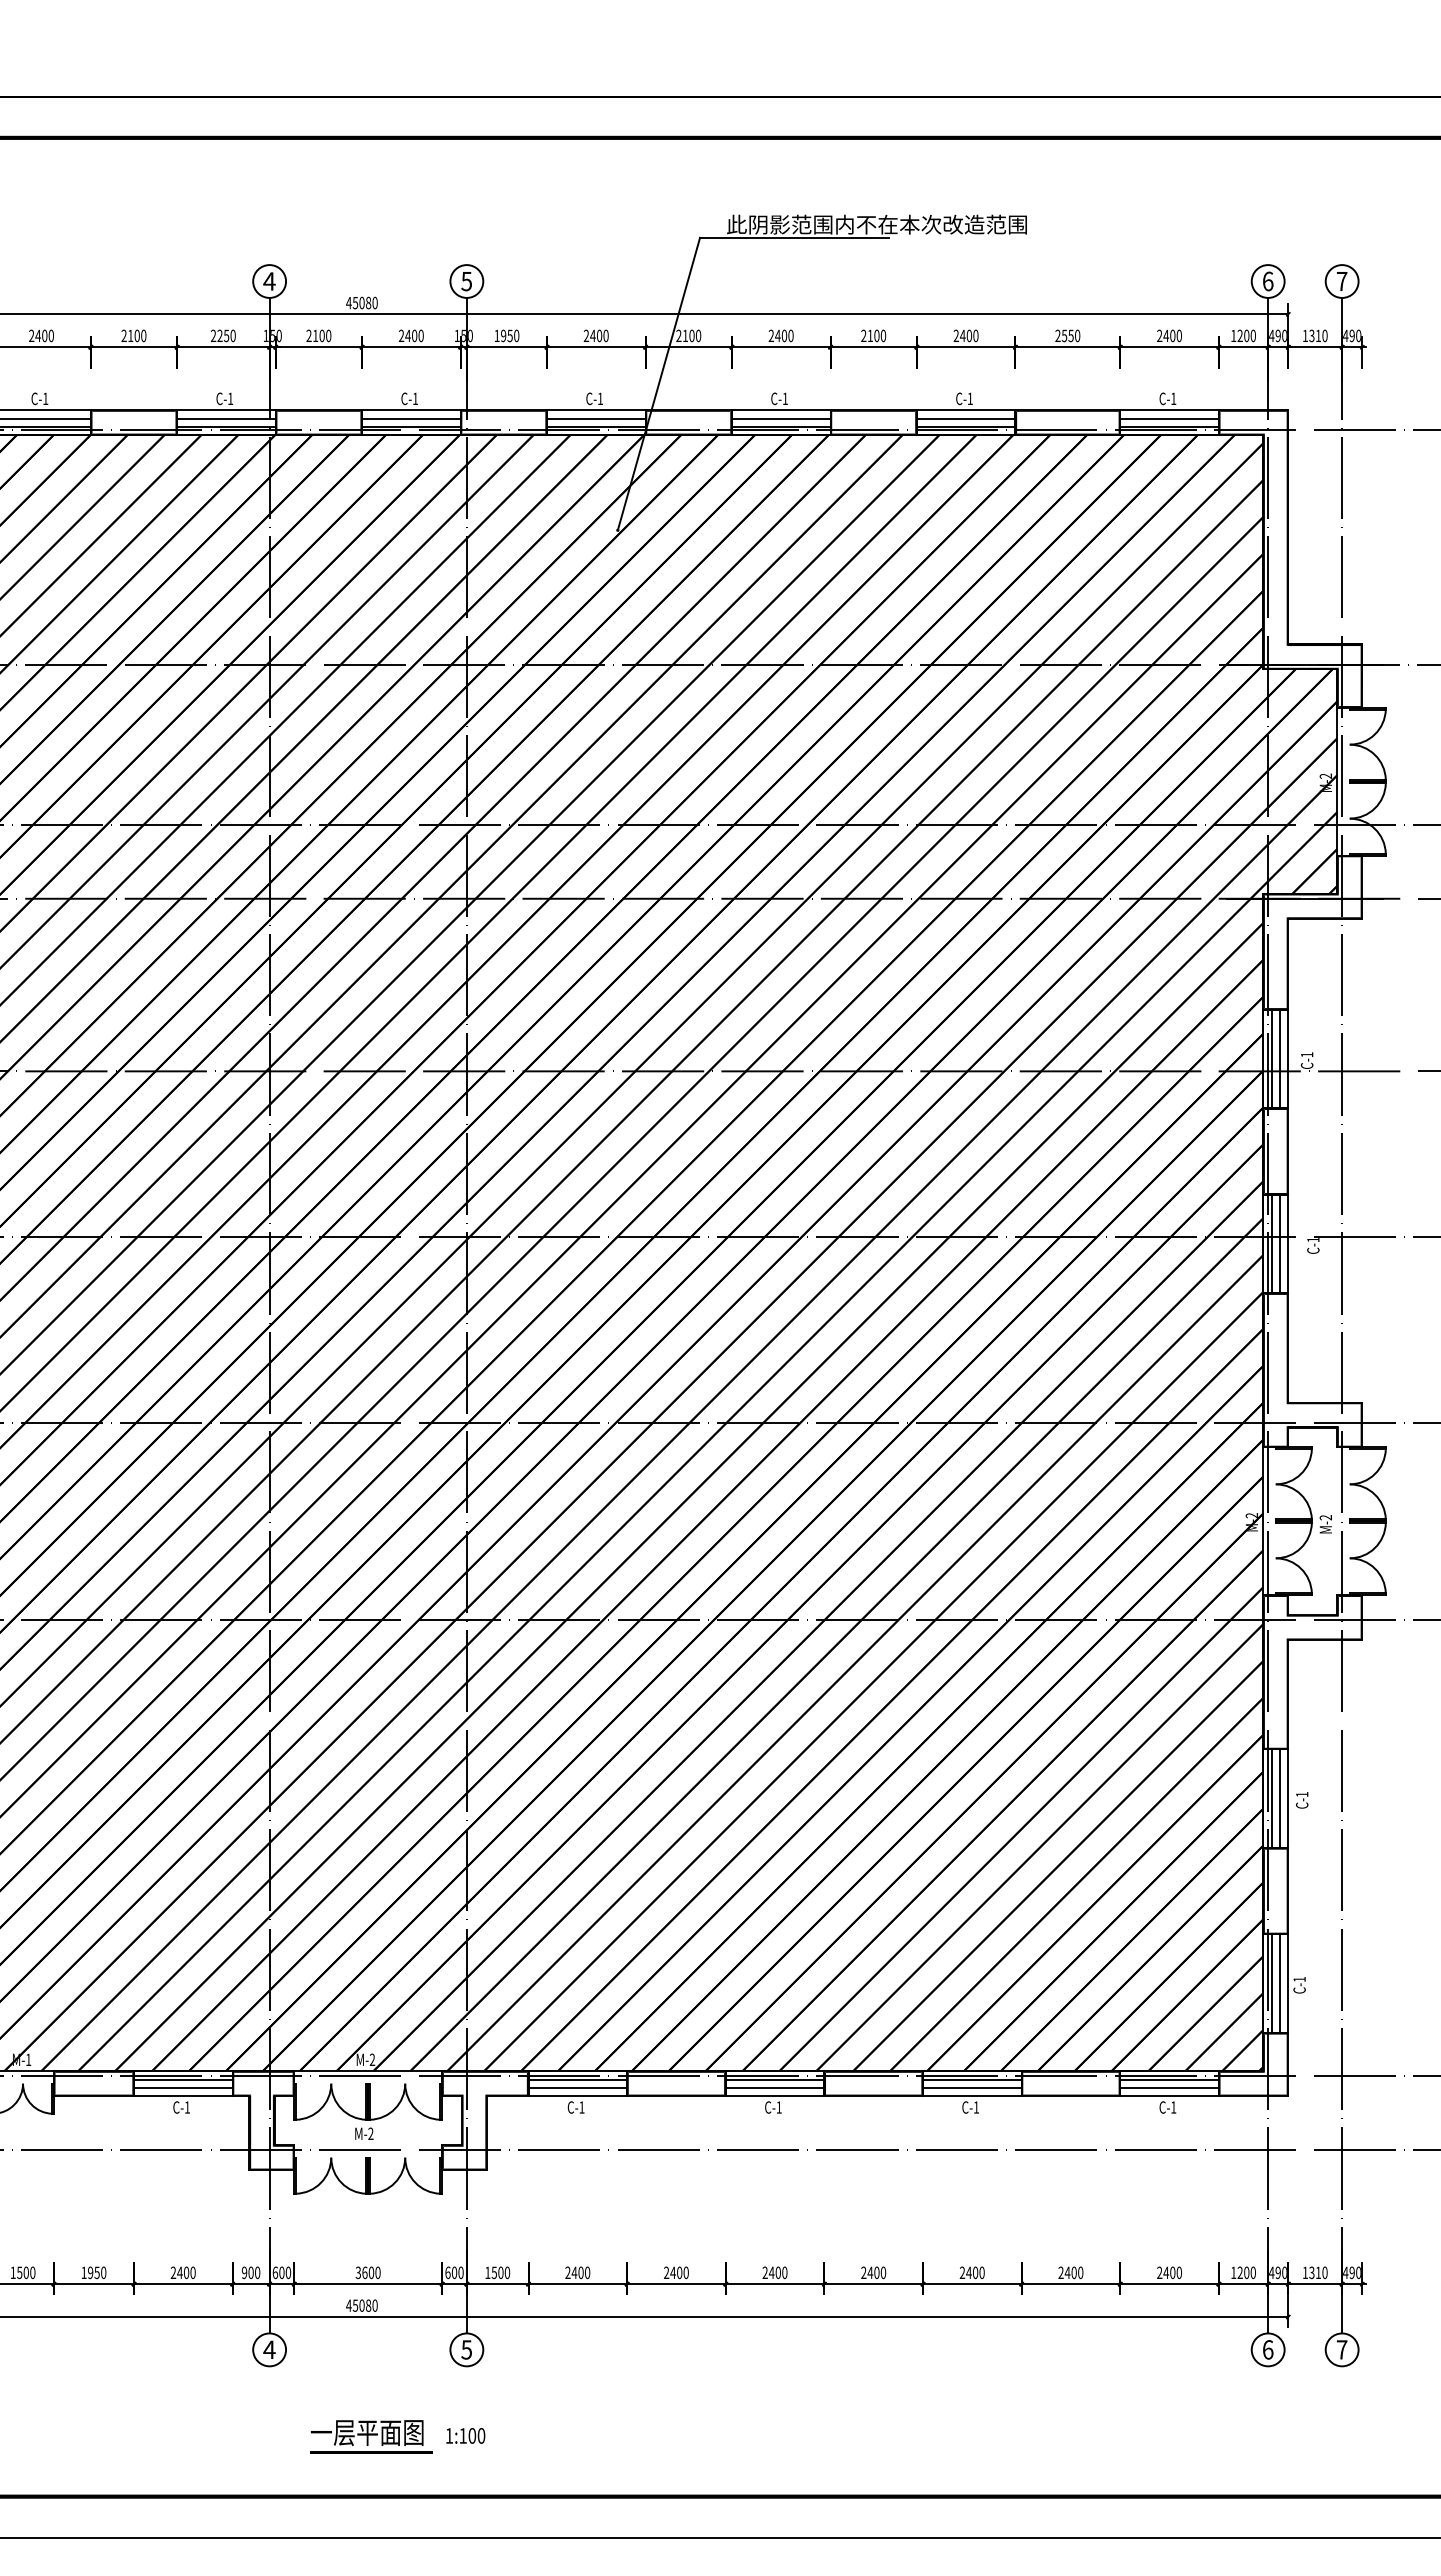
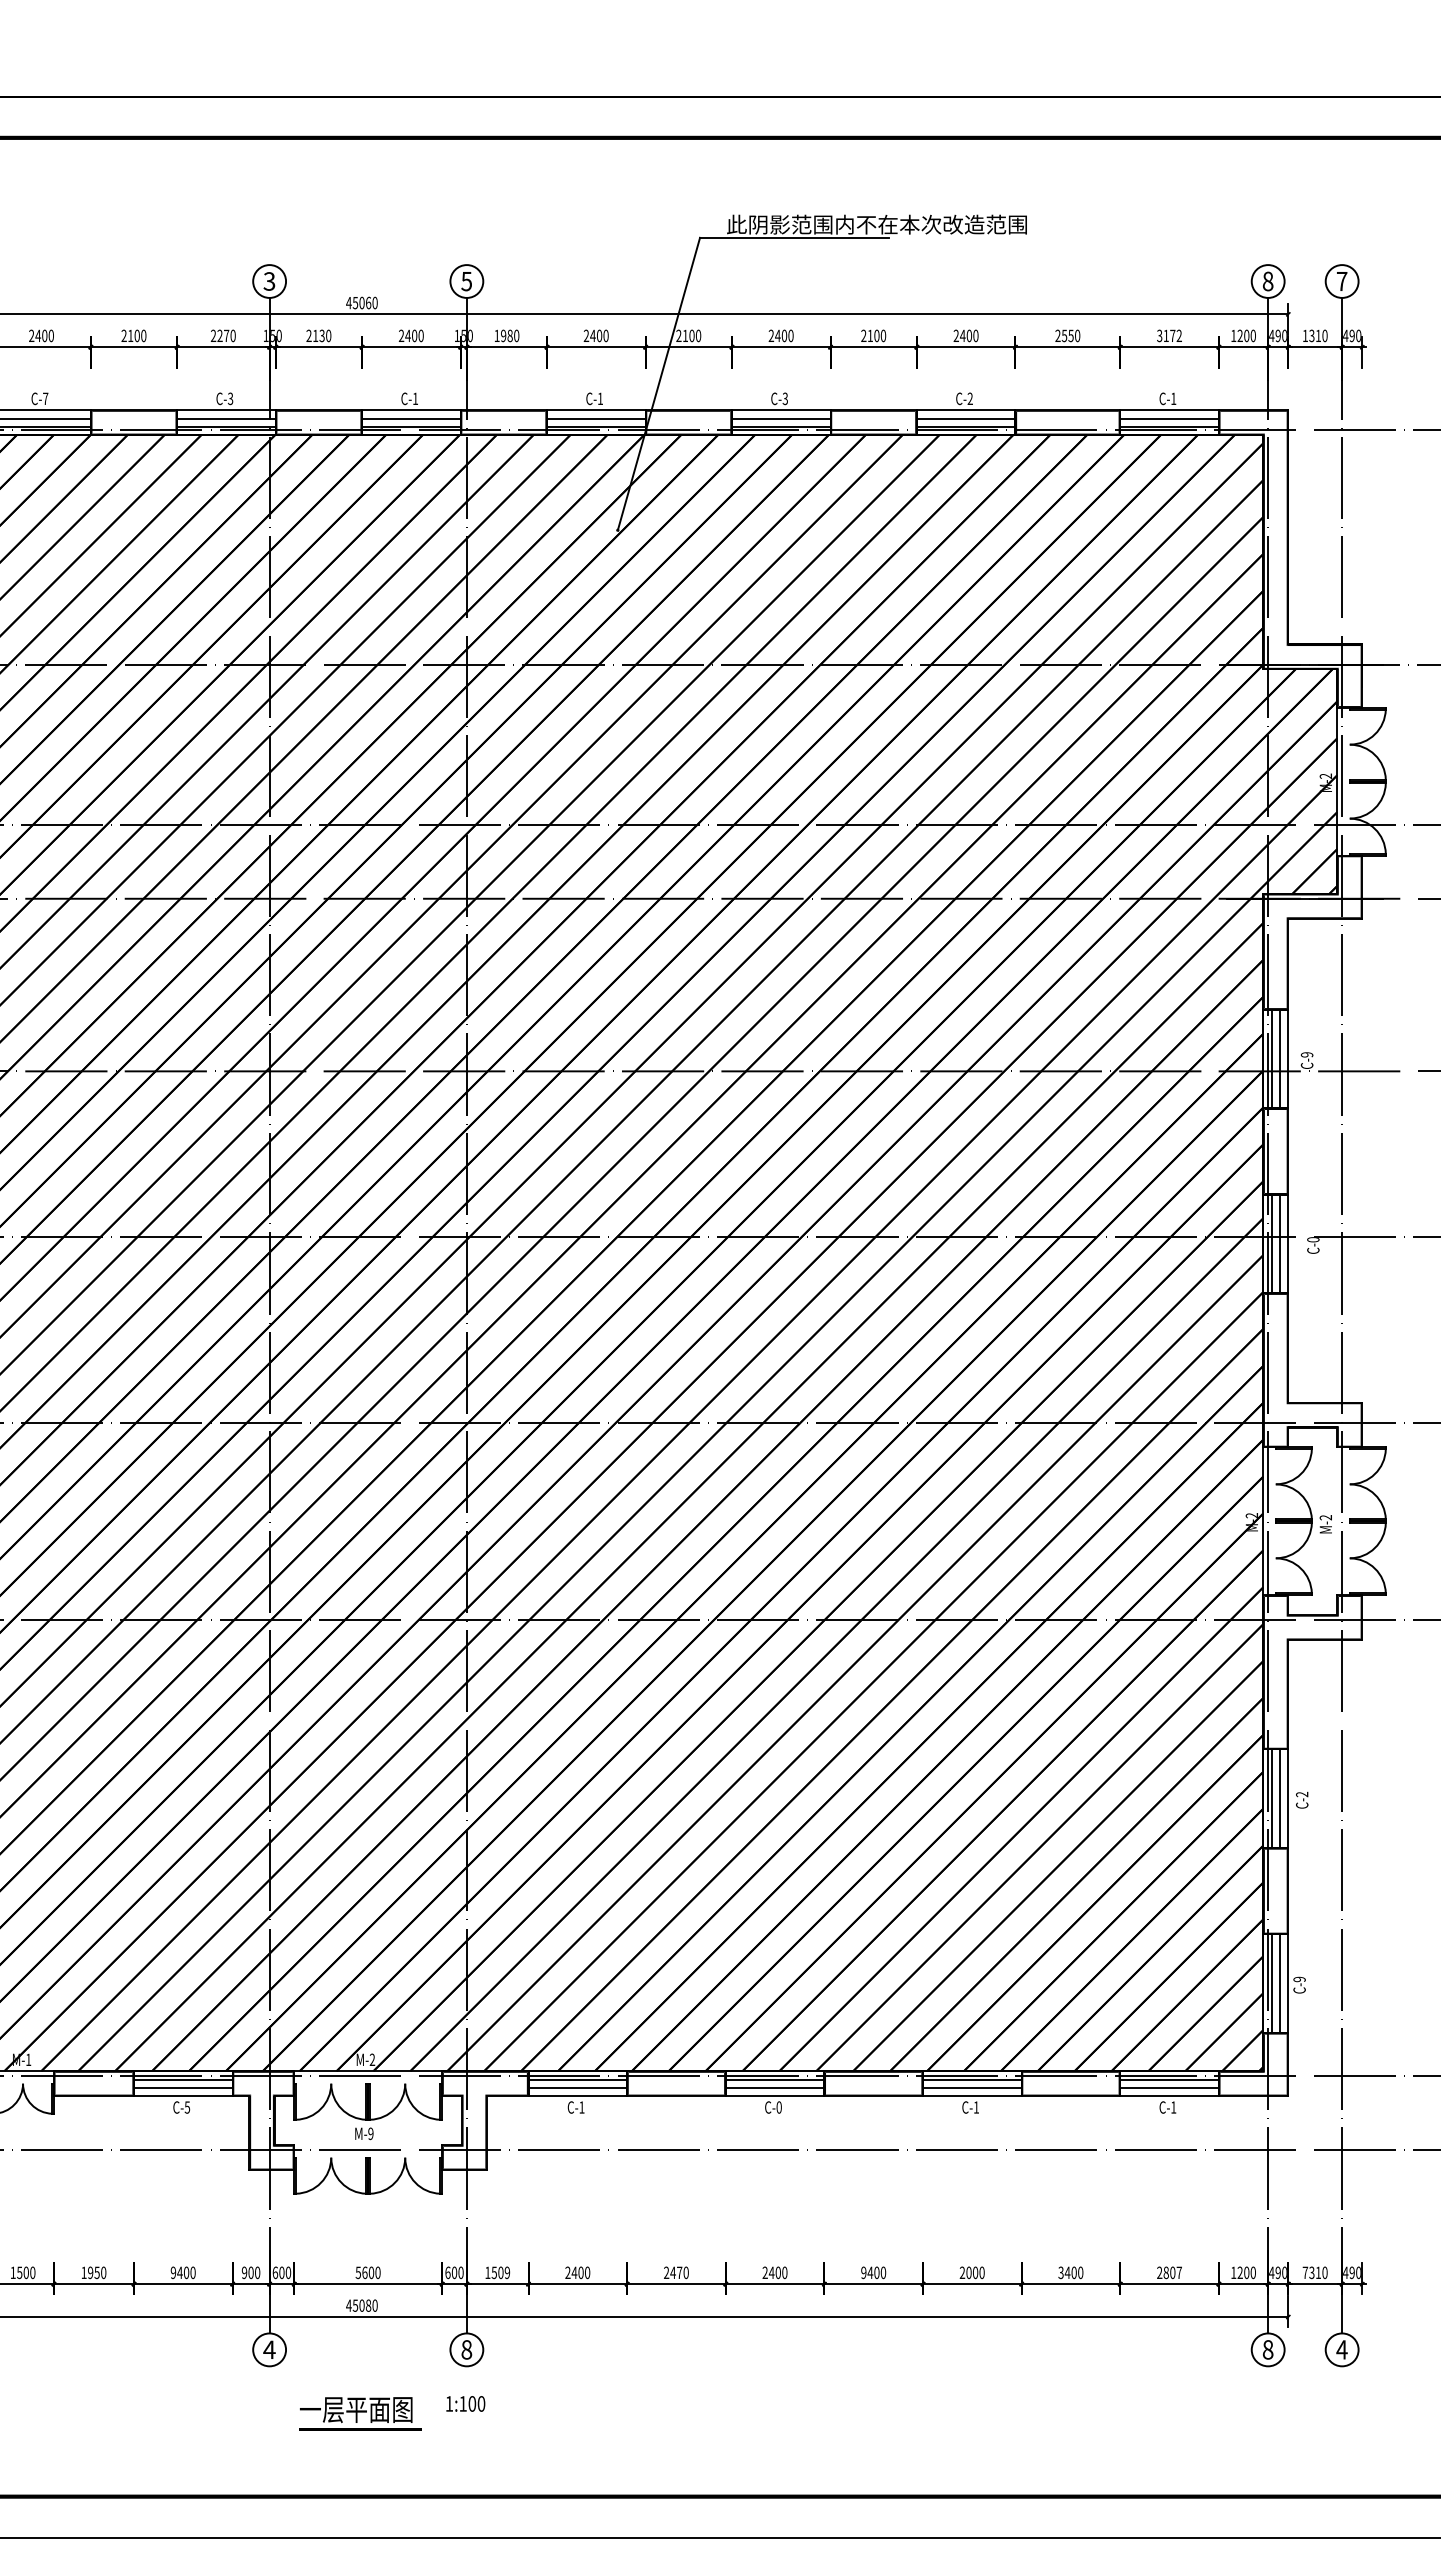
text at (269, 281): 4 -> 3
text at (1267, 281): 6 -> 8
text at (368, 302): 45080 -> 45060
text at (226, 335): 2250 -> 2270
text at (321, 335): 2100 -> 2130
text at (509, 335): 1950 -> 1980
text at (1169, 335): 2400 -> 3172
text at (45, 398): C-1 -> C-7
text at (230, 398): C-1 -> C-3
text at (784, 398): C-1 -> C-3
text at (969, 398): C-1 -> C-2
text at (1306, 1054): C-1 -> C-9
text at (1313, 1239): C-1 -> C-0
text at (1301, 1794): C-1 -> C-2
text at (1299, 1979): C-1 -> C-9
text at (187, 2107): C-1 -> C-5
text at (778, 2107): C-1 -> C-0
text at (370, 2134): M-2 -> M-9
text at (358, 2271): 3600 -> 5600
text at (507, 2272): 1500 -> 1509
text at (679, 2272): 2400 -> 2470
text at (968, 2272): 2400 -> 2000
text at (1172, 2272): 2400 -> 2807
text at (1305, 2272): 1310 -> 7310
text at (173, 2273): 2400 -> 9400
text at (863, 2273): 2400 -> 9400
text at (1060, 2273): 2400 -> 3400
text at (466, 2349): 5 -> 8
text at (1267, 2349): 6 -> 8
text at (1341, 2349): 7 -> 4
text at (465, 2435) position: (465, 2435) -> (465, 2403)
text at (371, 2436) position: (371, 2436) -> (360, 2413)
